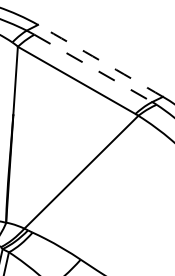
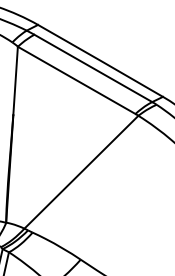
arc at (100, 60): dashed -> solid
line at (93, 68): dashed -> solid
